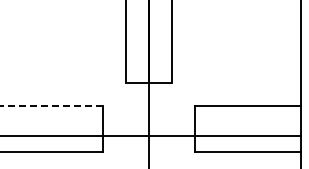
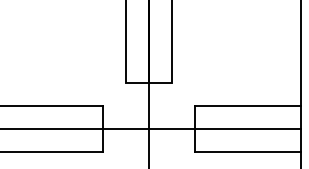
line at (51, 106): dashed -> solid
line at (151, 136) position: (151, 136) -> (151, 129)
